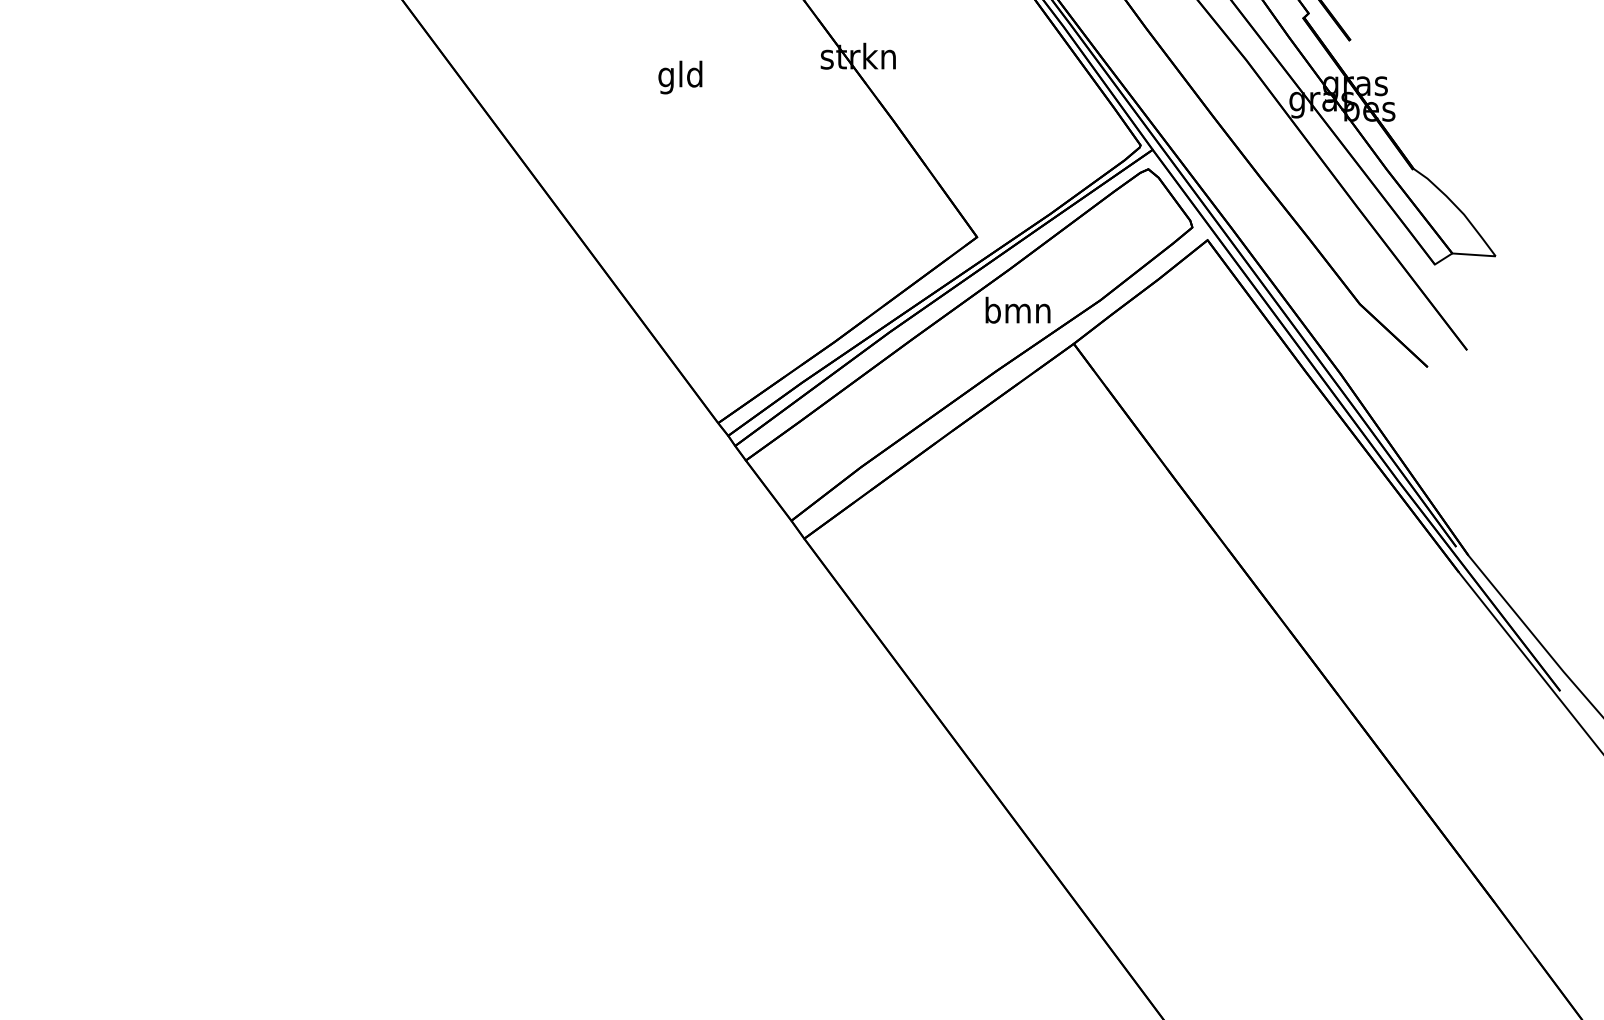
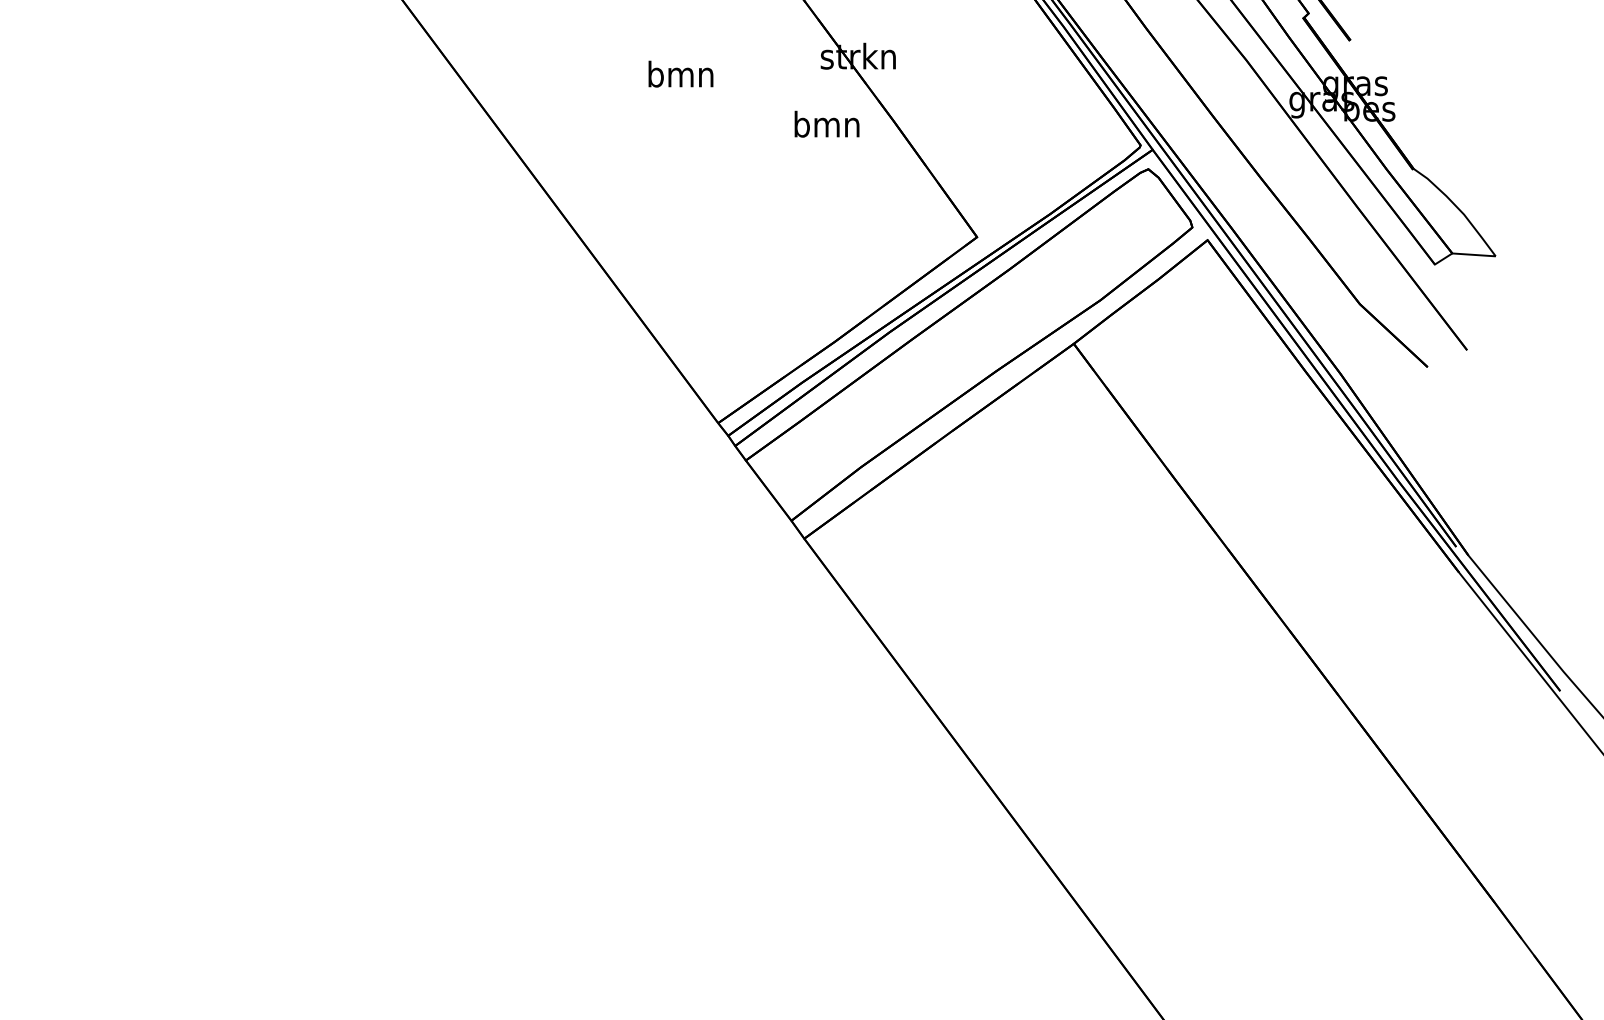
text at (680, 77): gld -> bmn
text at (1017, 309) position: (1017, 309) -> (826, 123)
